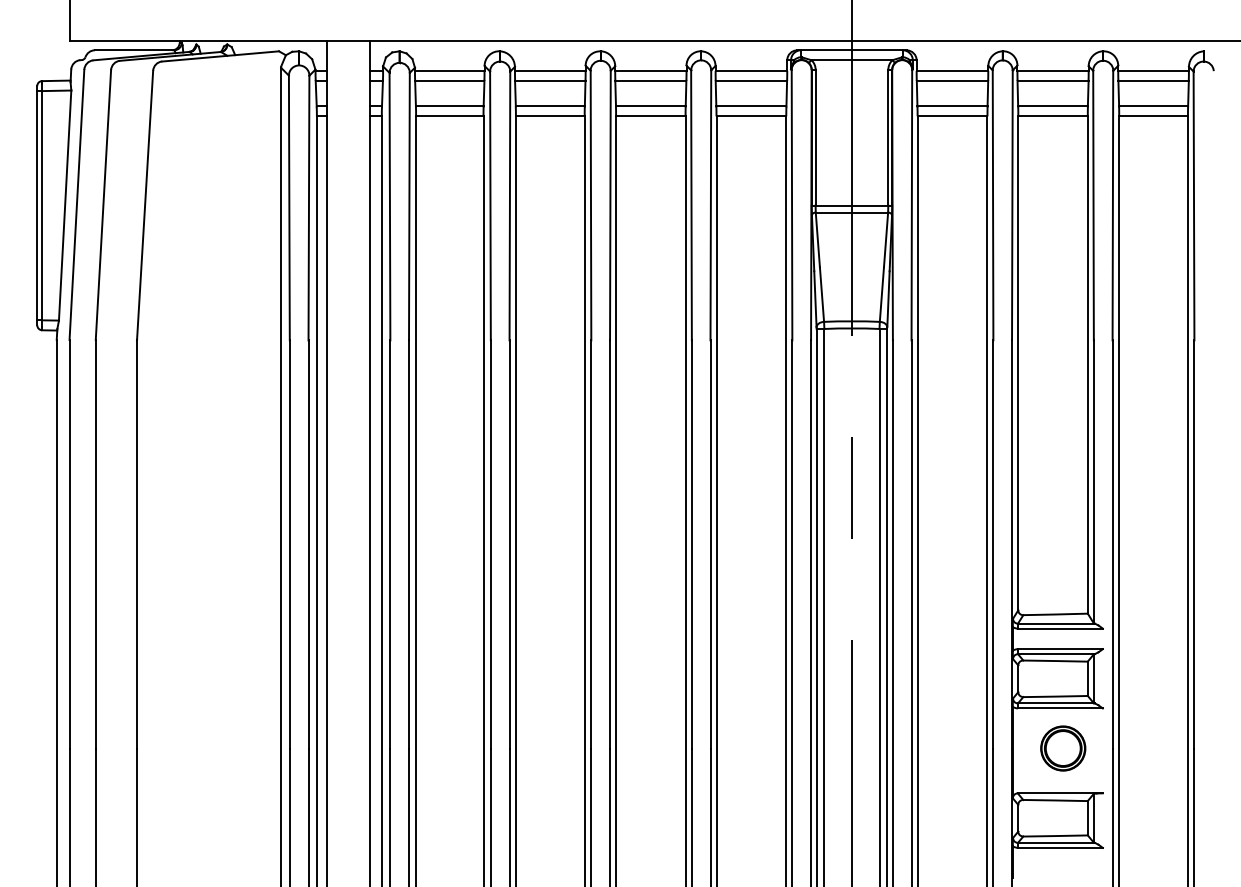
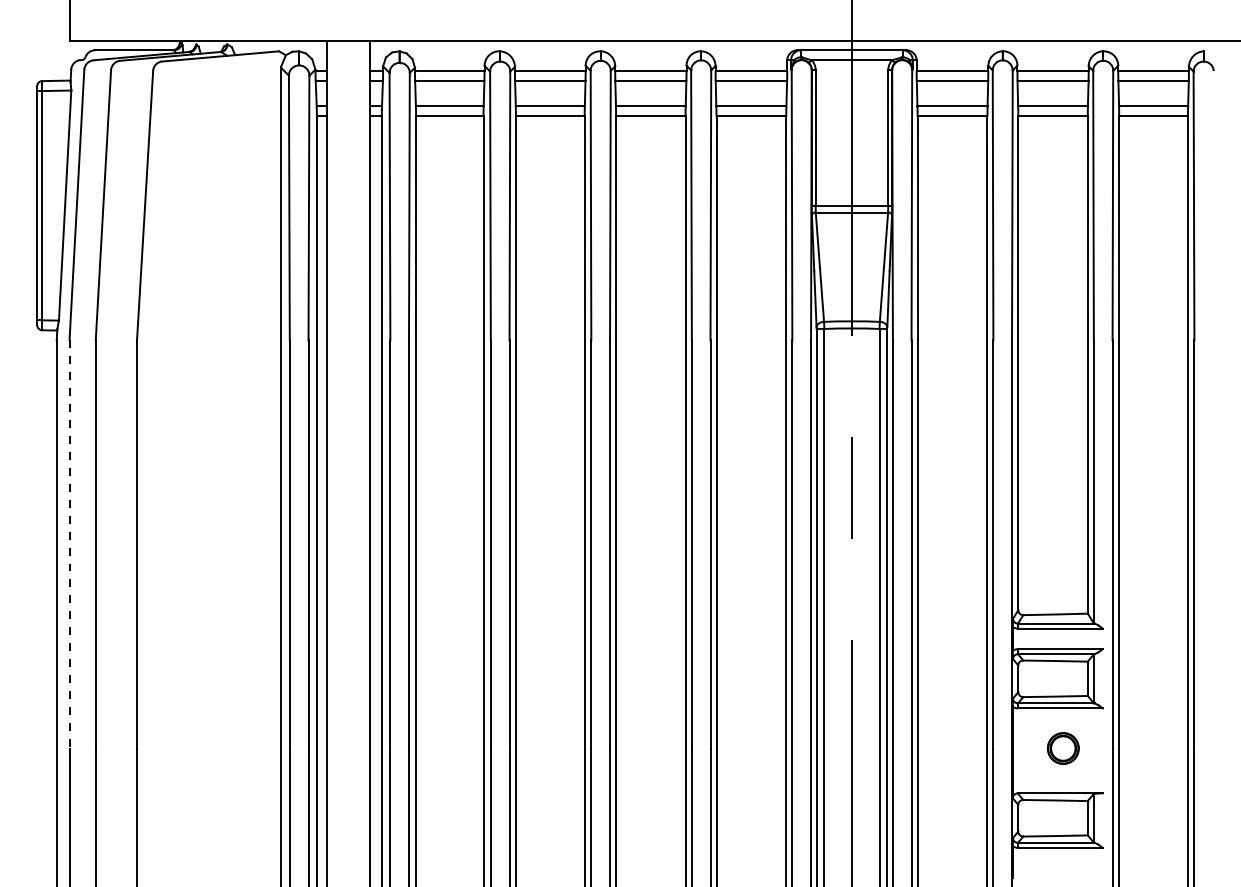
line at (69, 544): solid -> dashed
part at (1063, 748) size: 47x47 px -> 33x33 px
